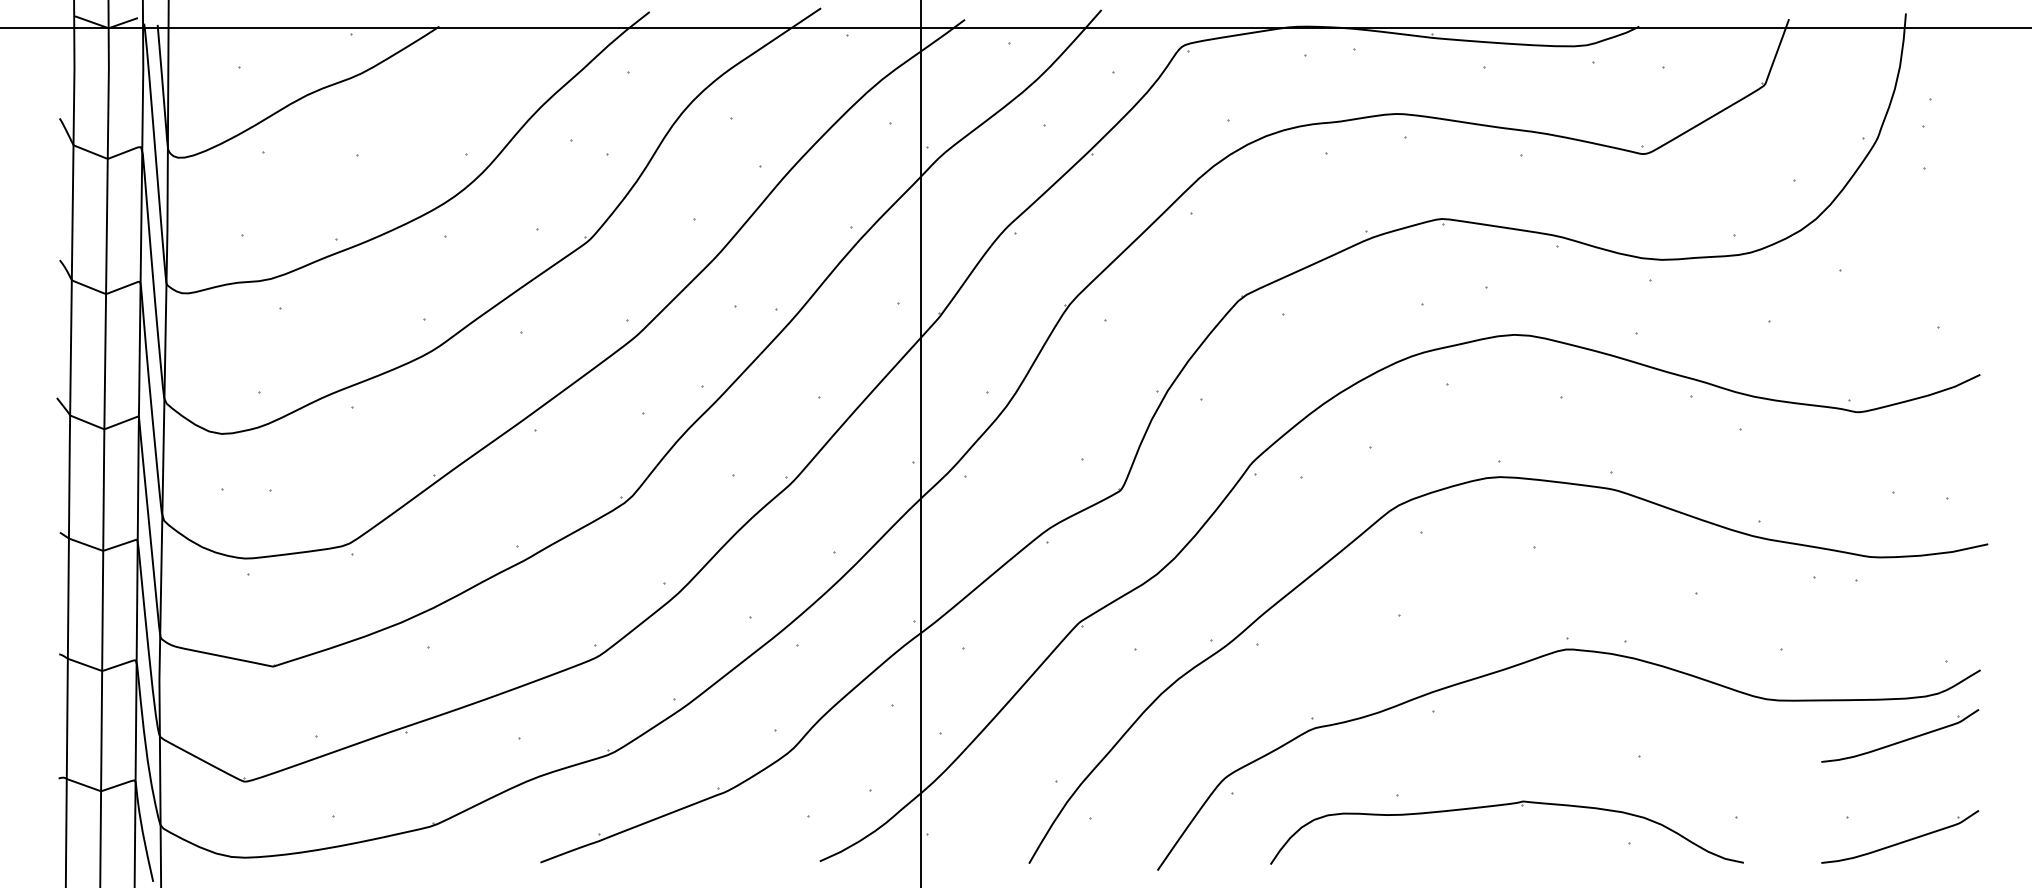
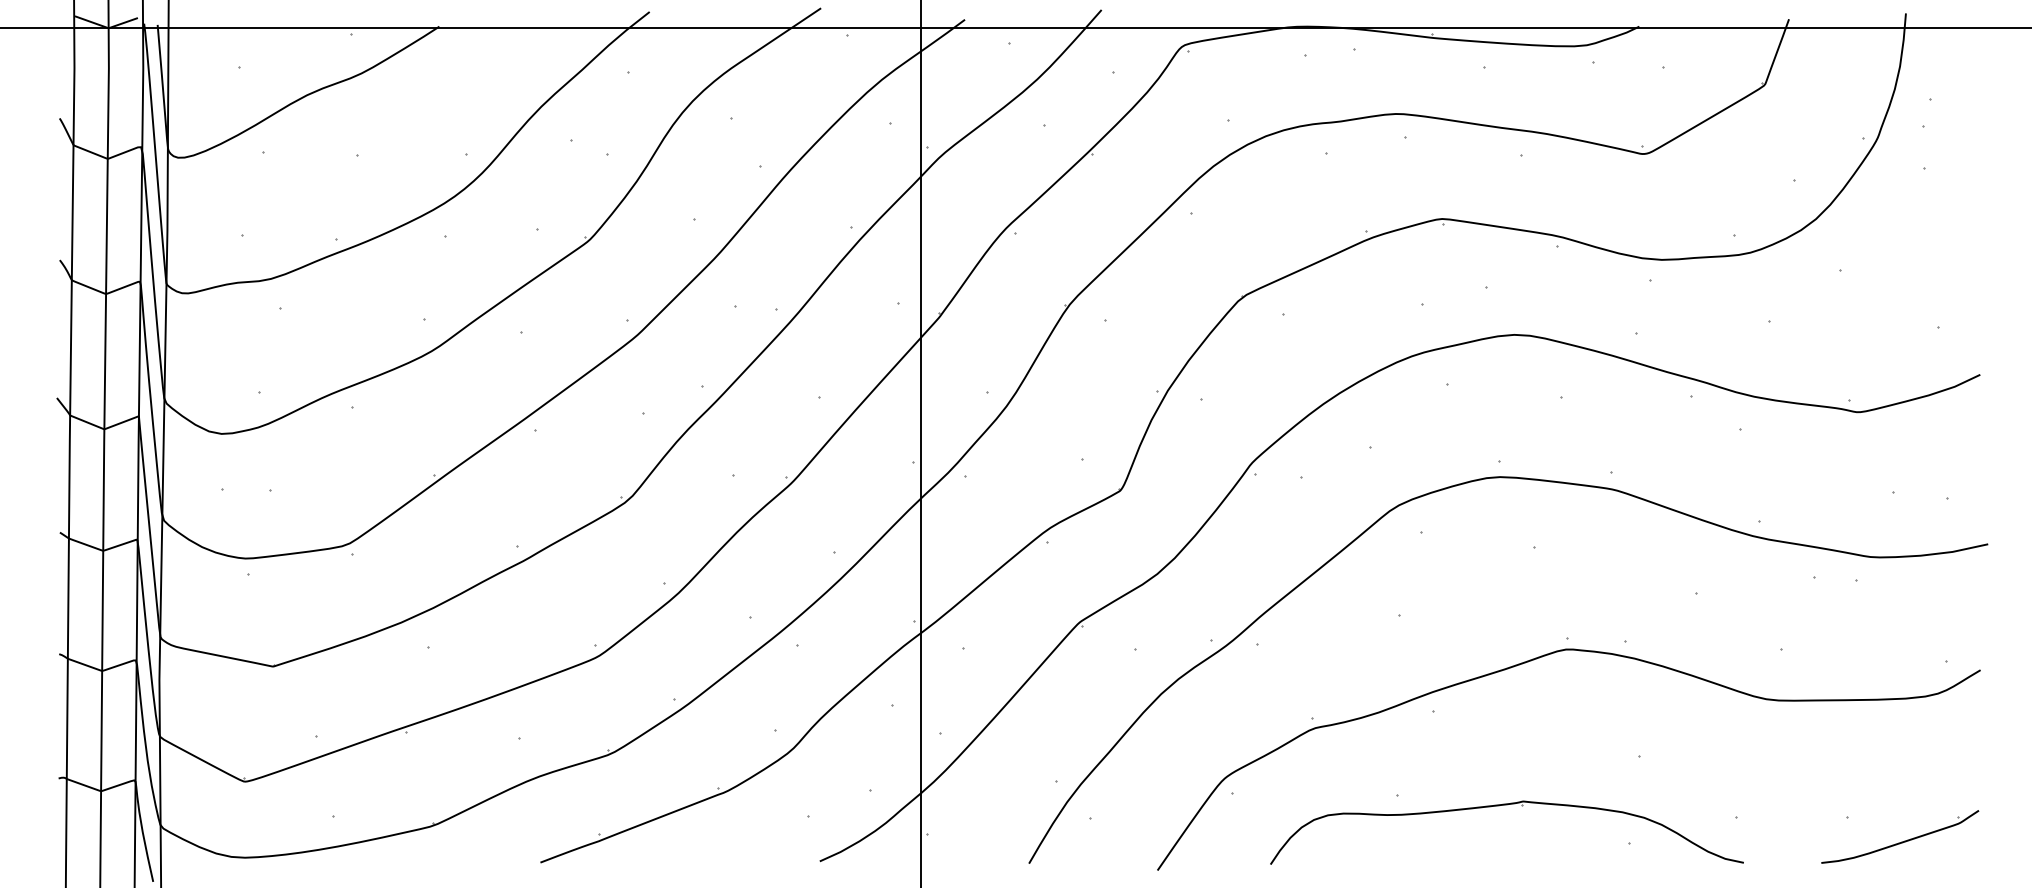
part at (1900, 735): present -> none
